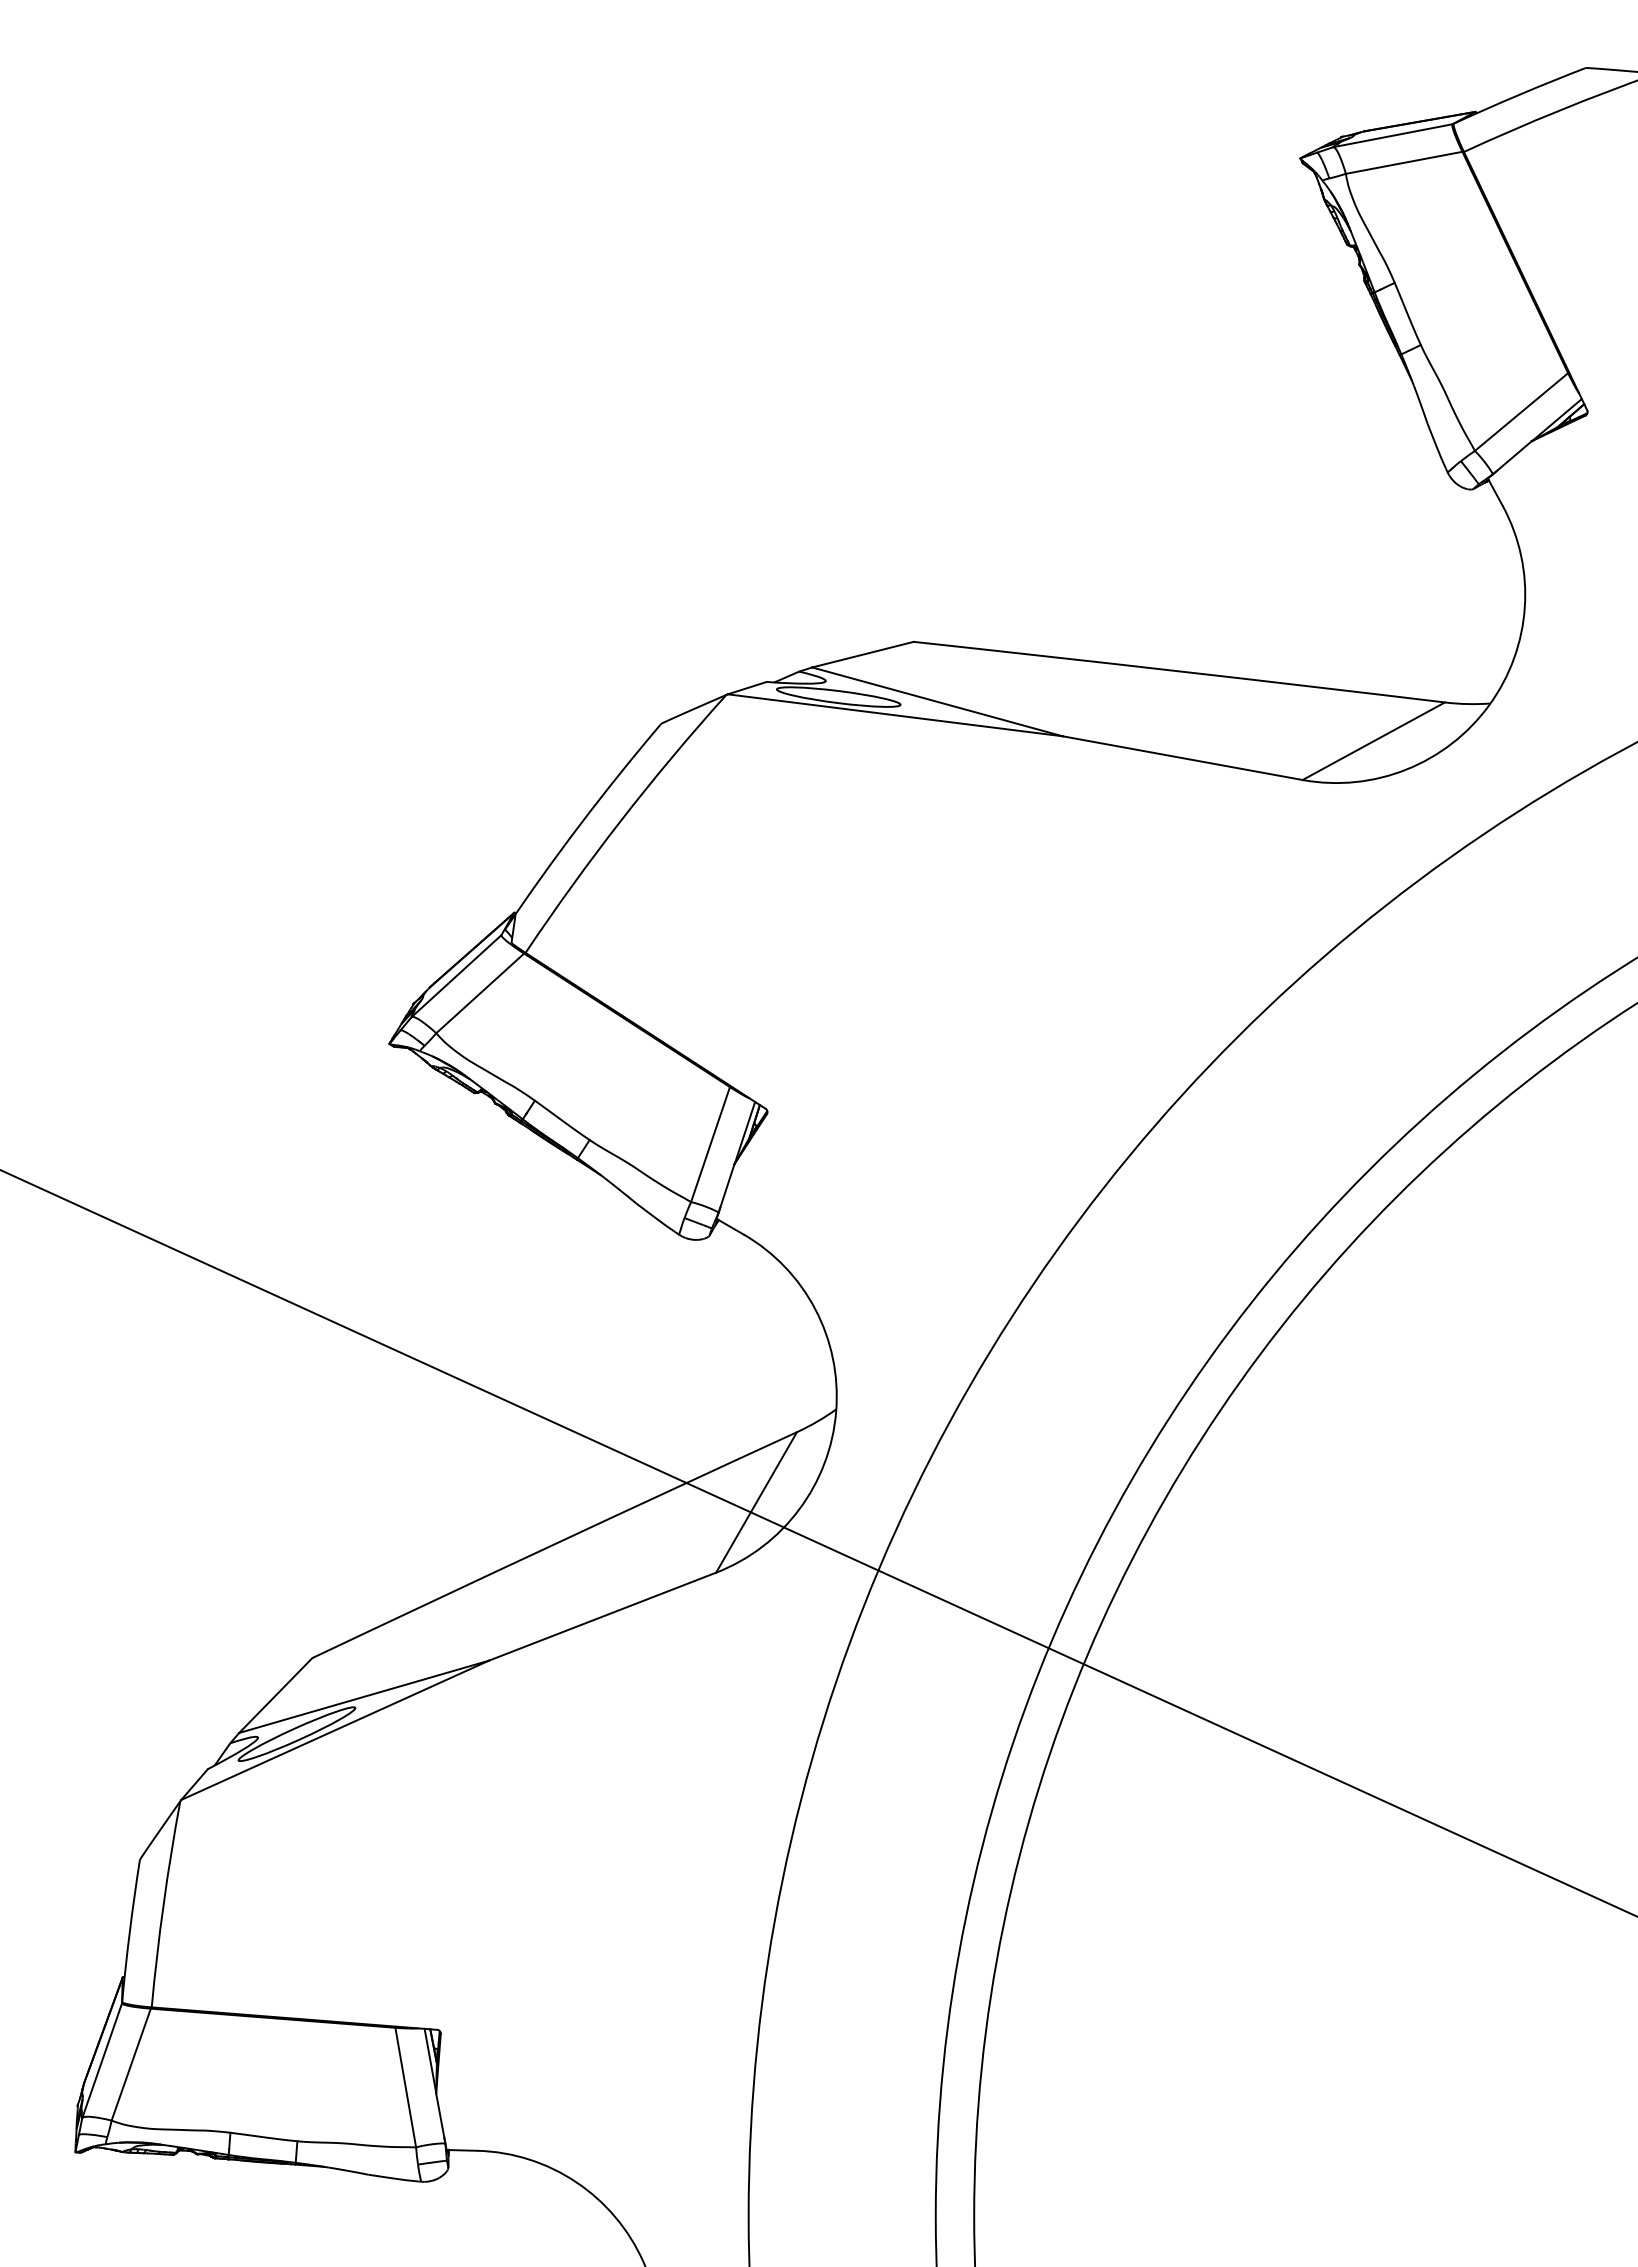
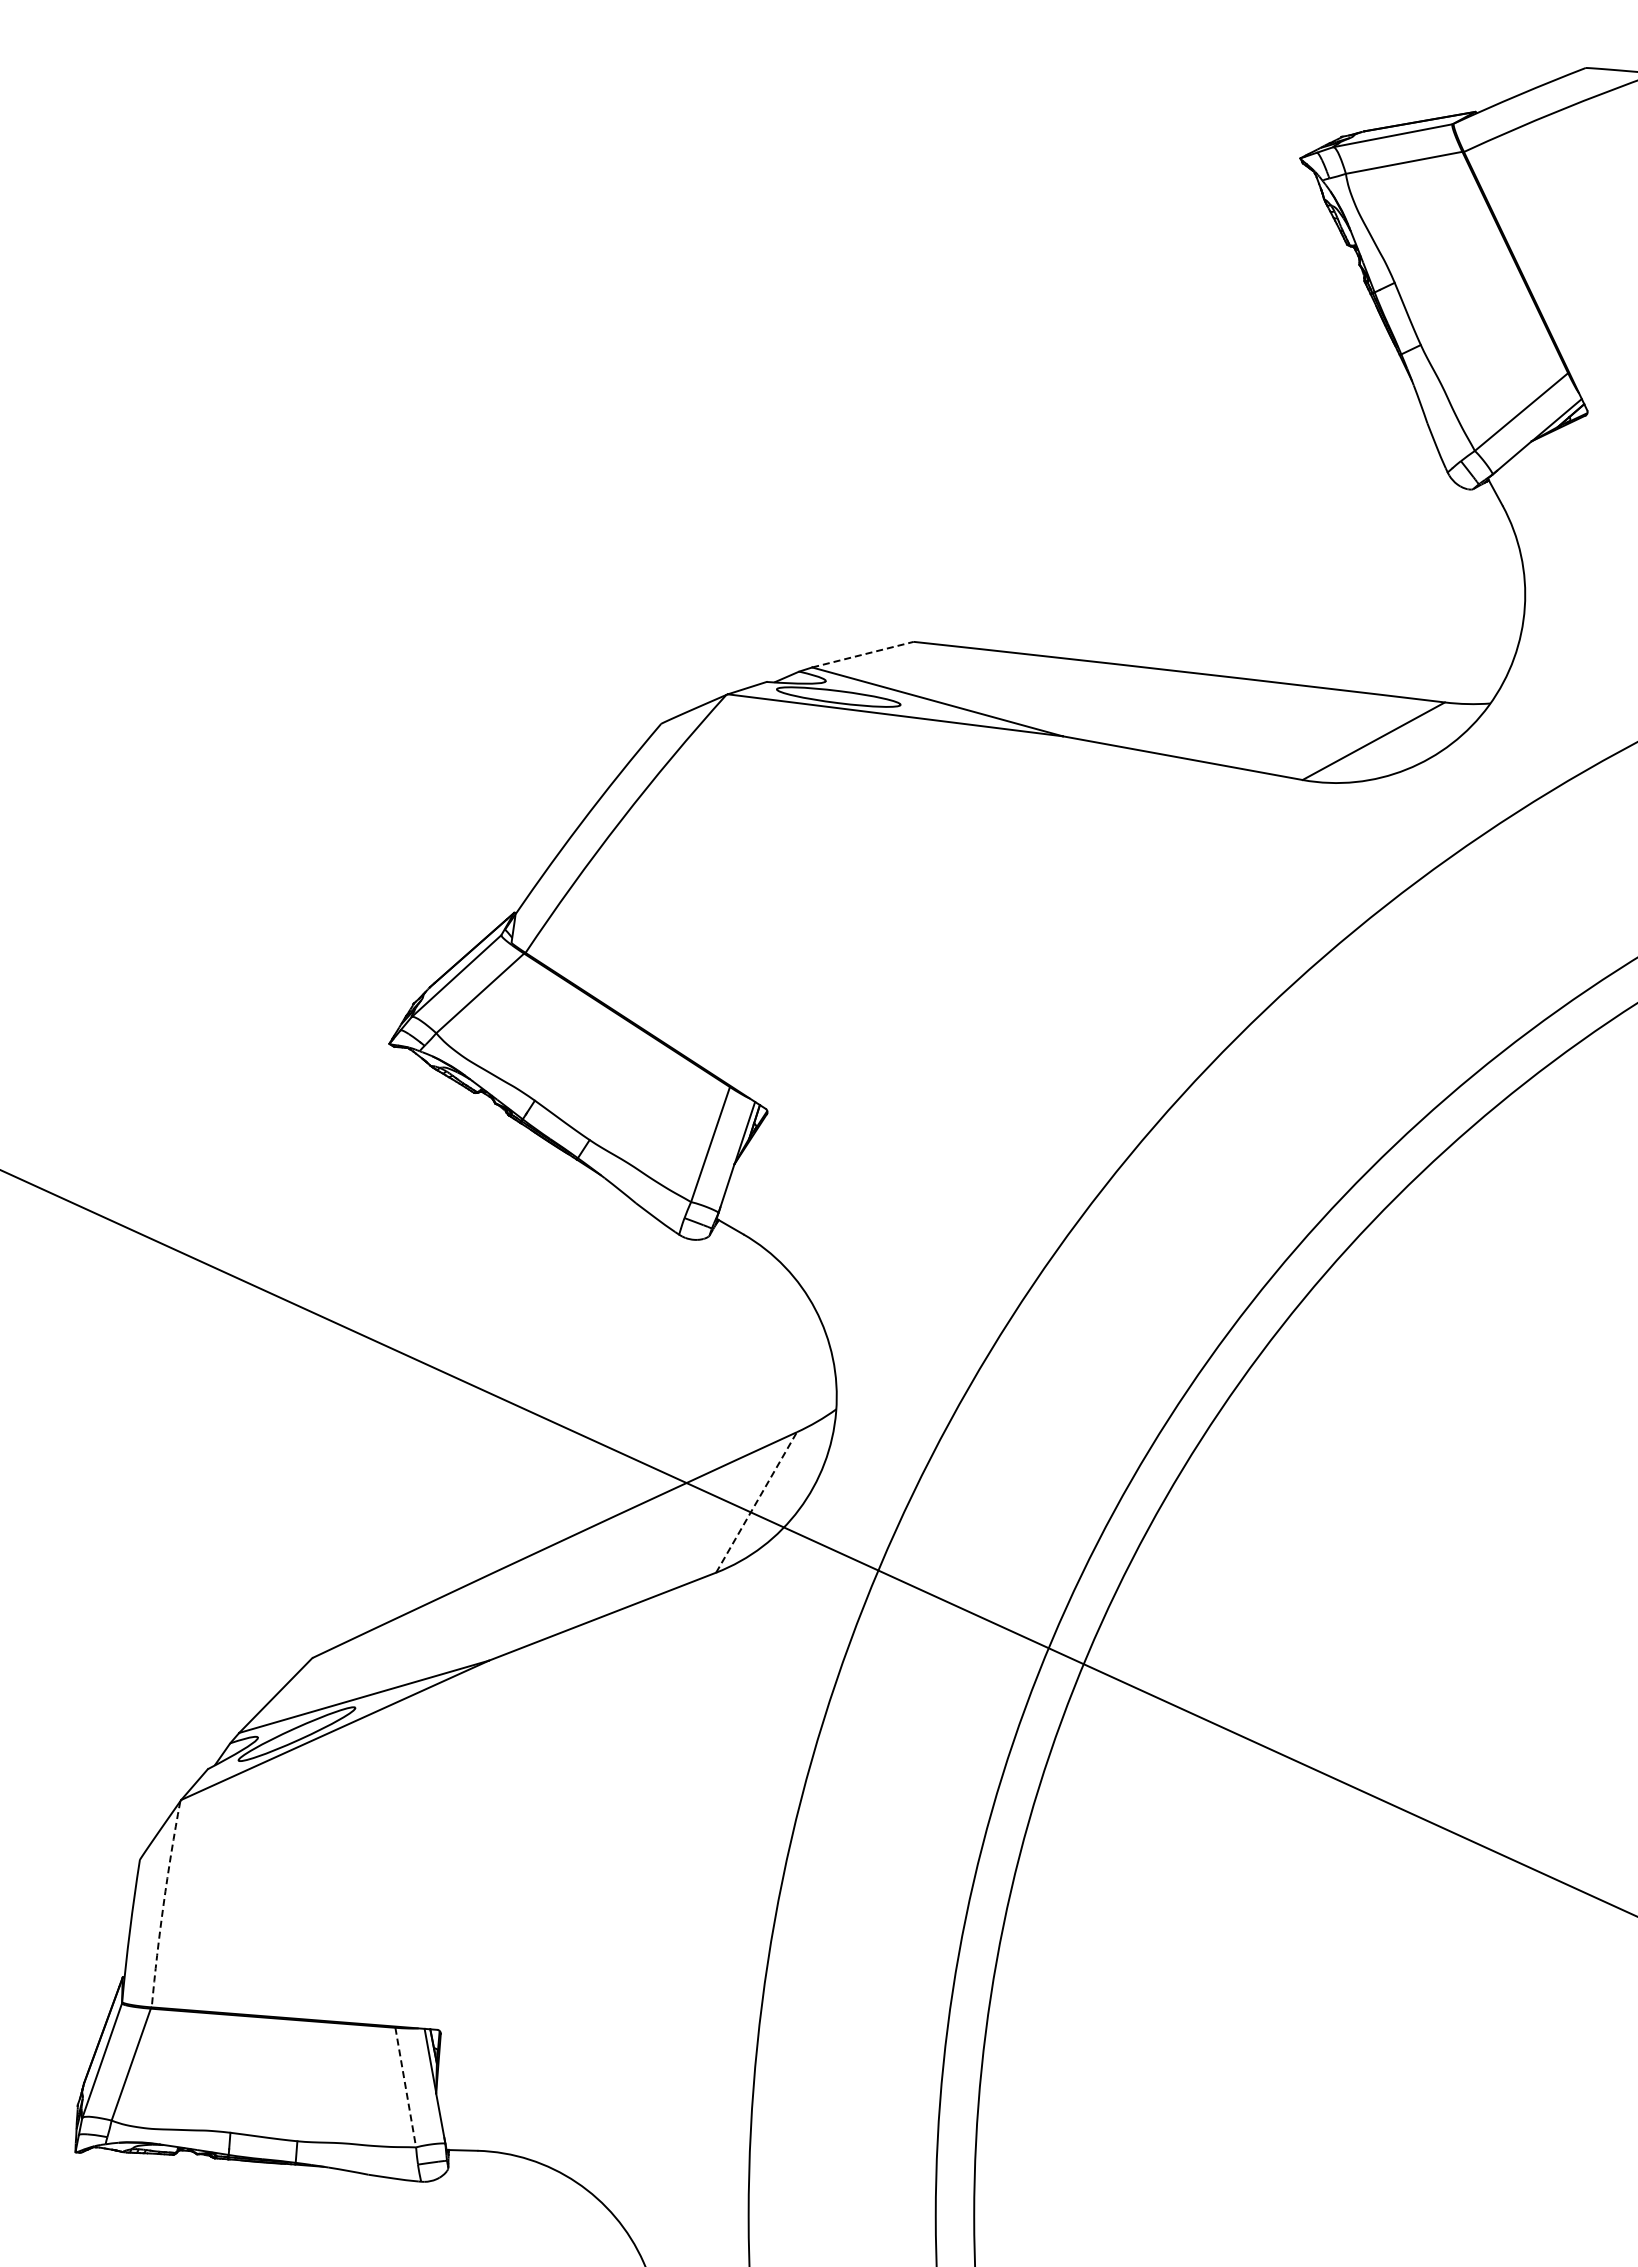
line at (863, 654): solid -> dashed
line at (756, 1502): solid -> dashed
arc at (163, 1904): solid -> dashed
line at (405, 2087): solid -> dashed
